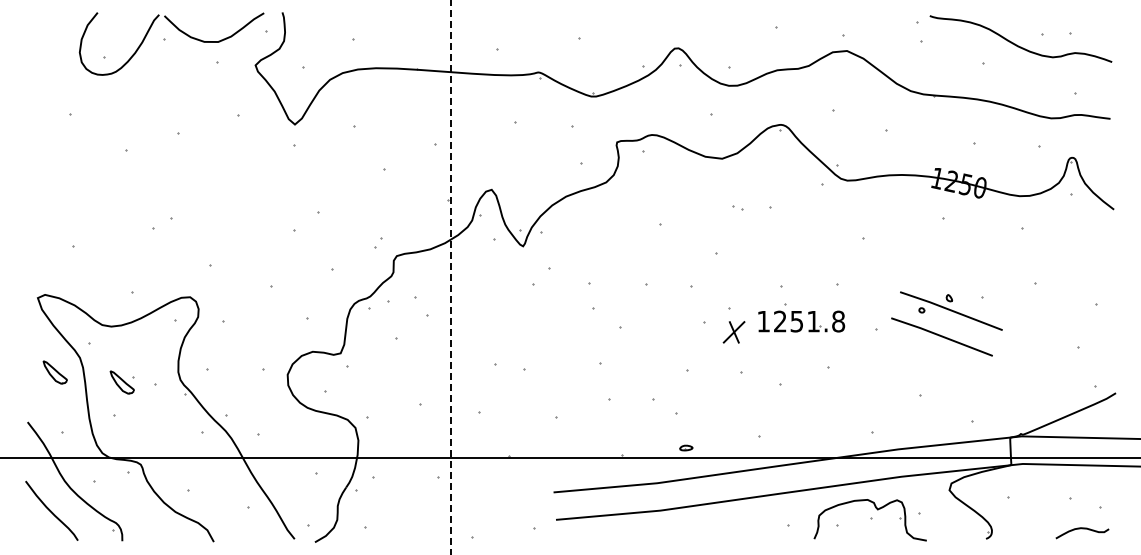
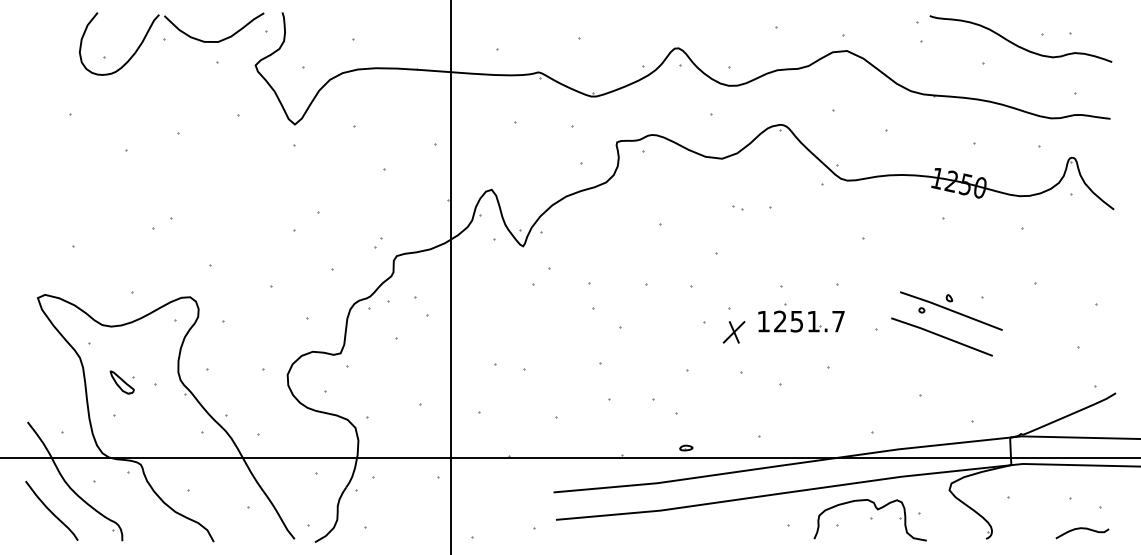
line at (451, 277): dashed -> solid
text at (838, 321): 1251.8 -> 1251.7
part at (54, 372): present -> none
